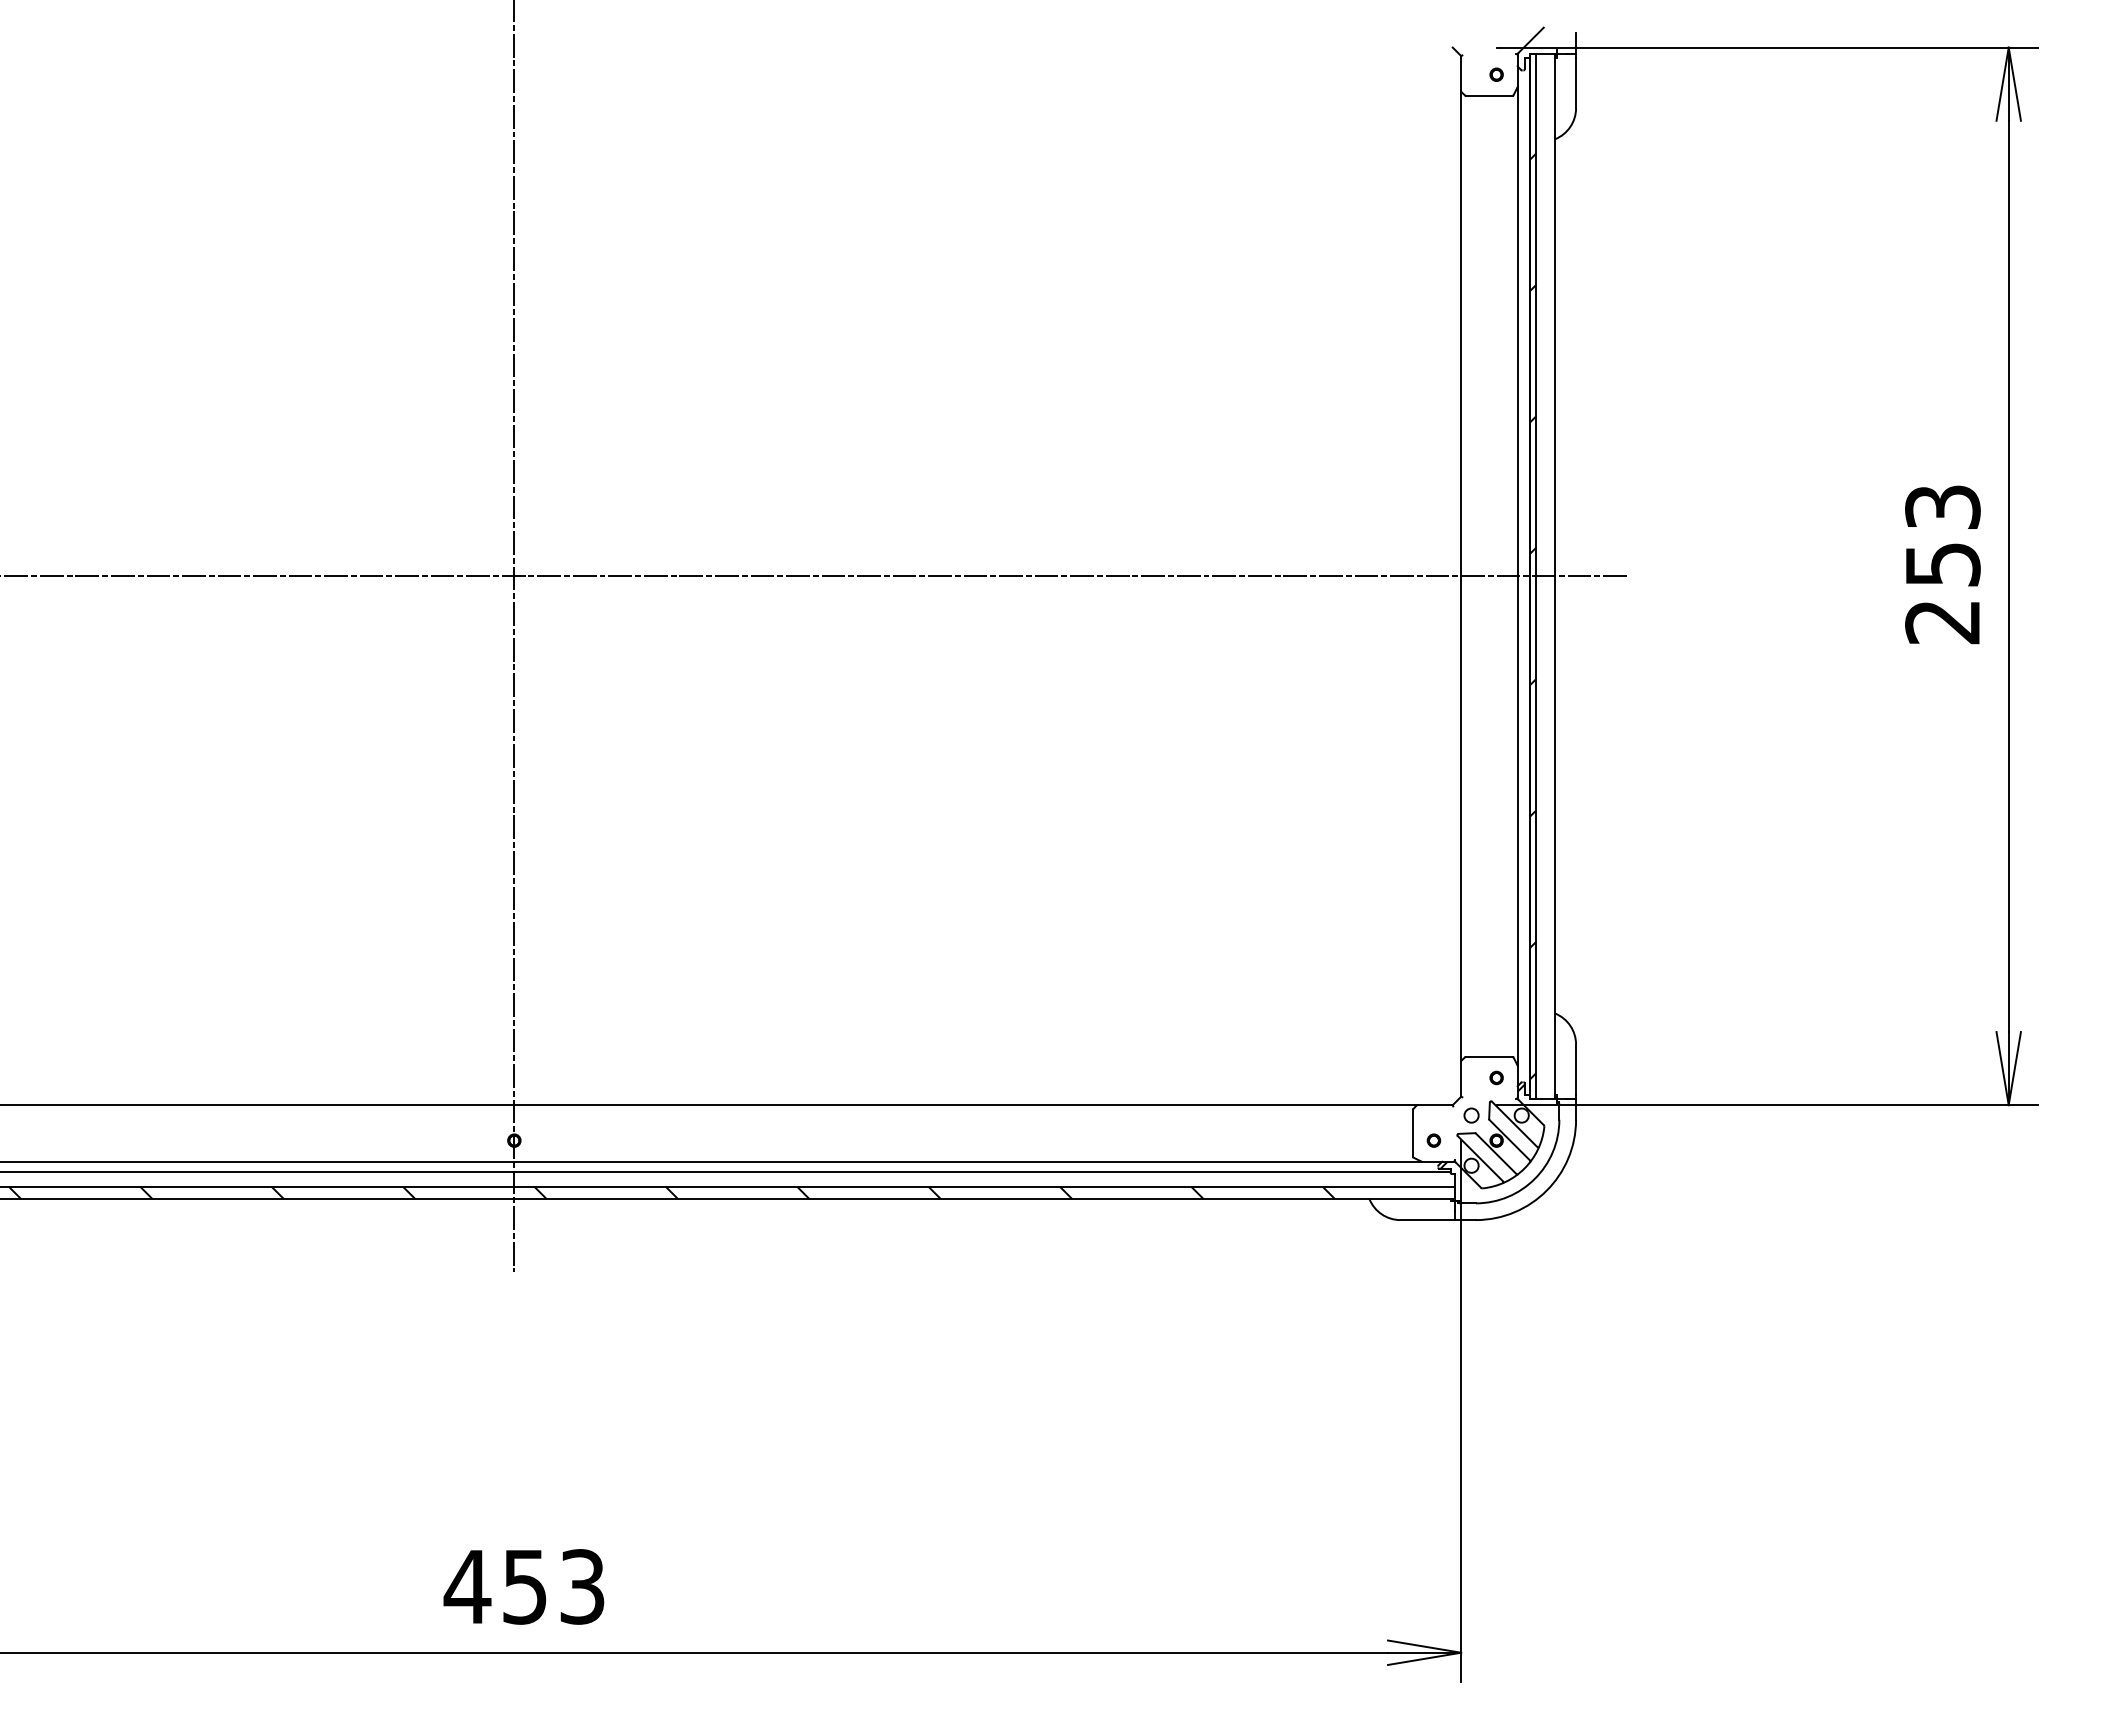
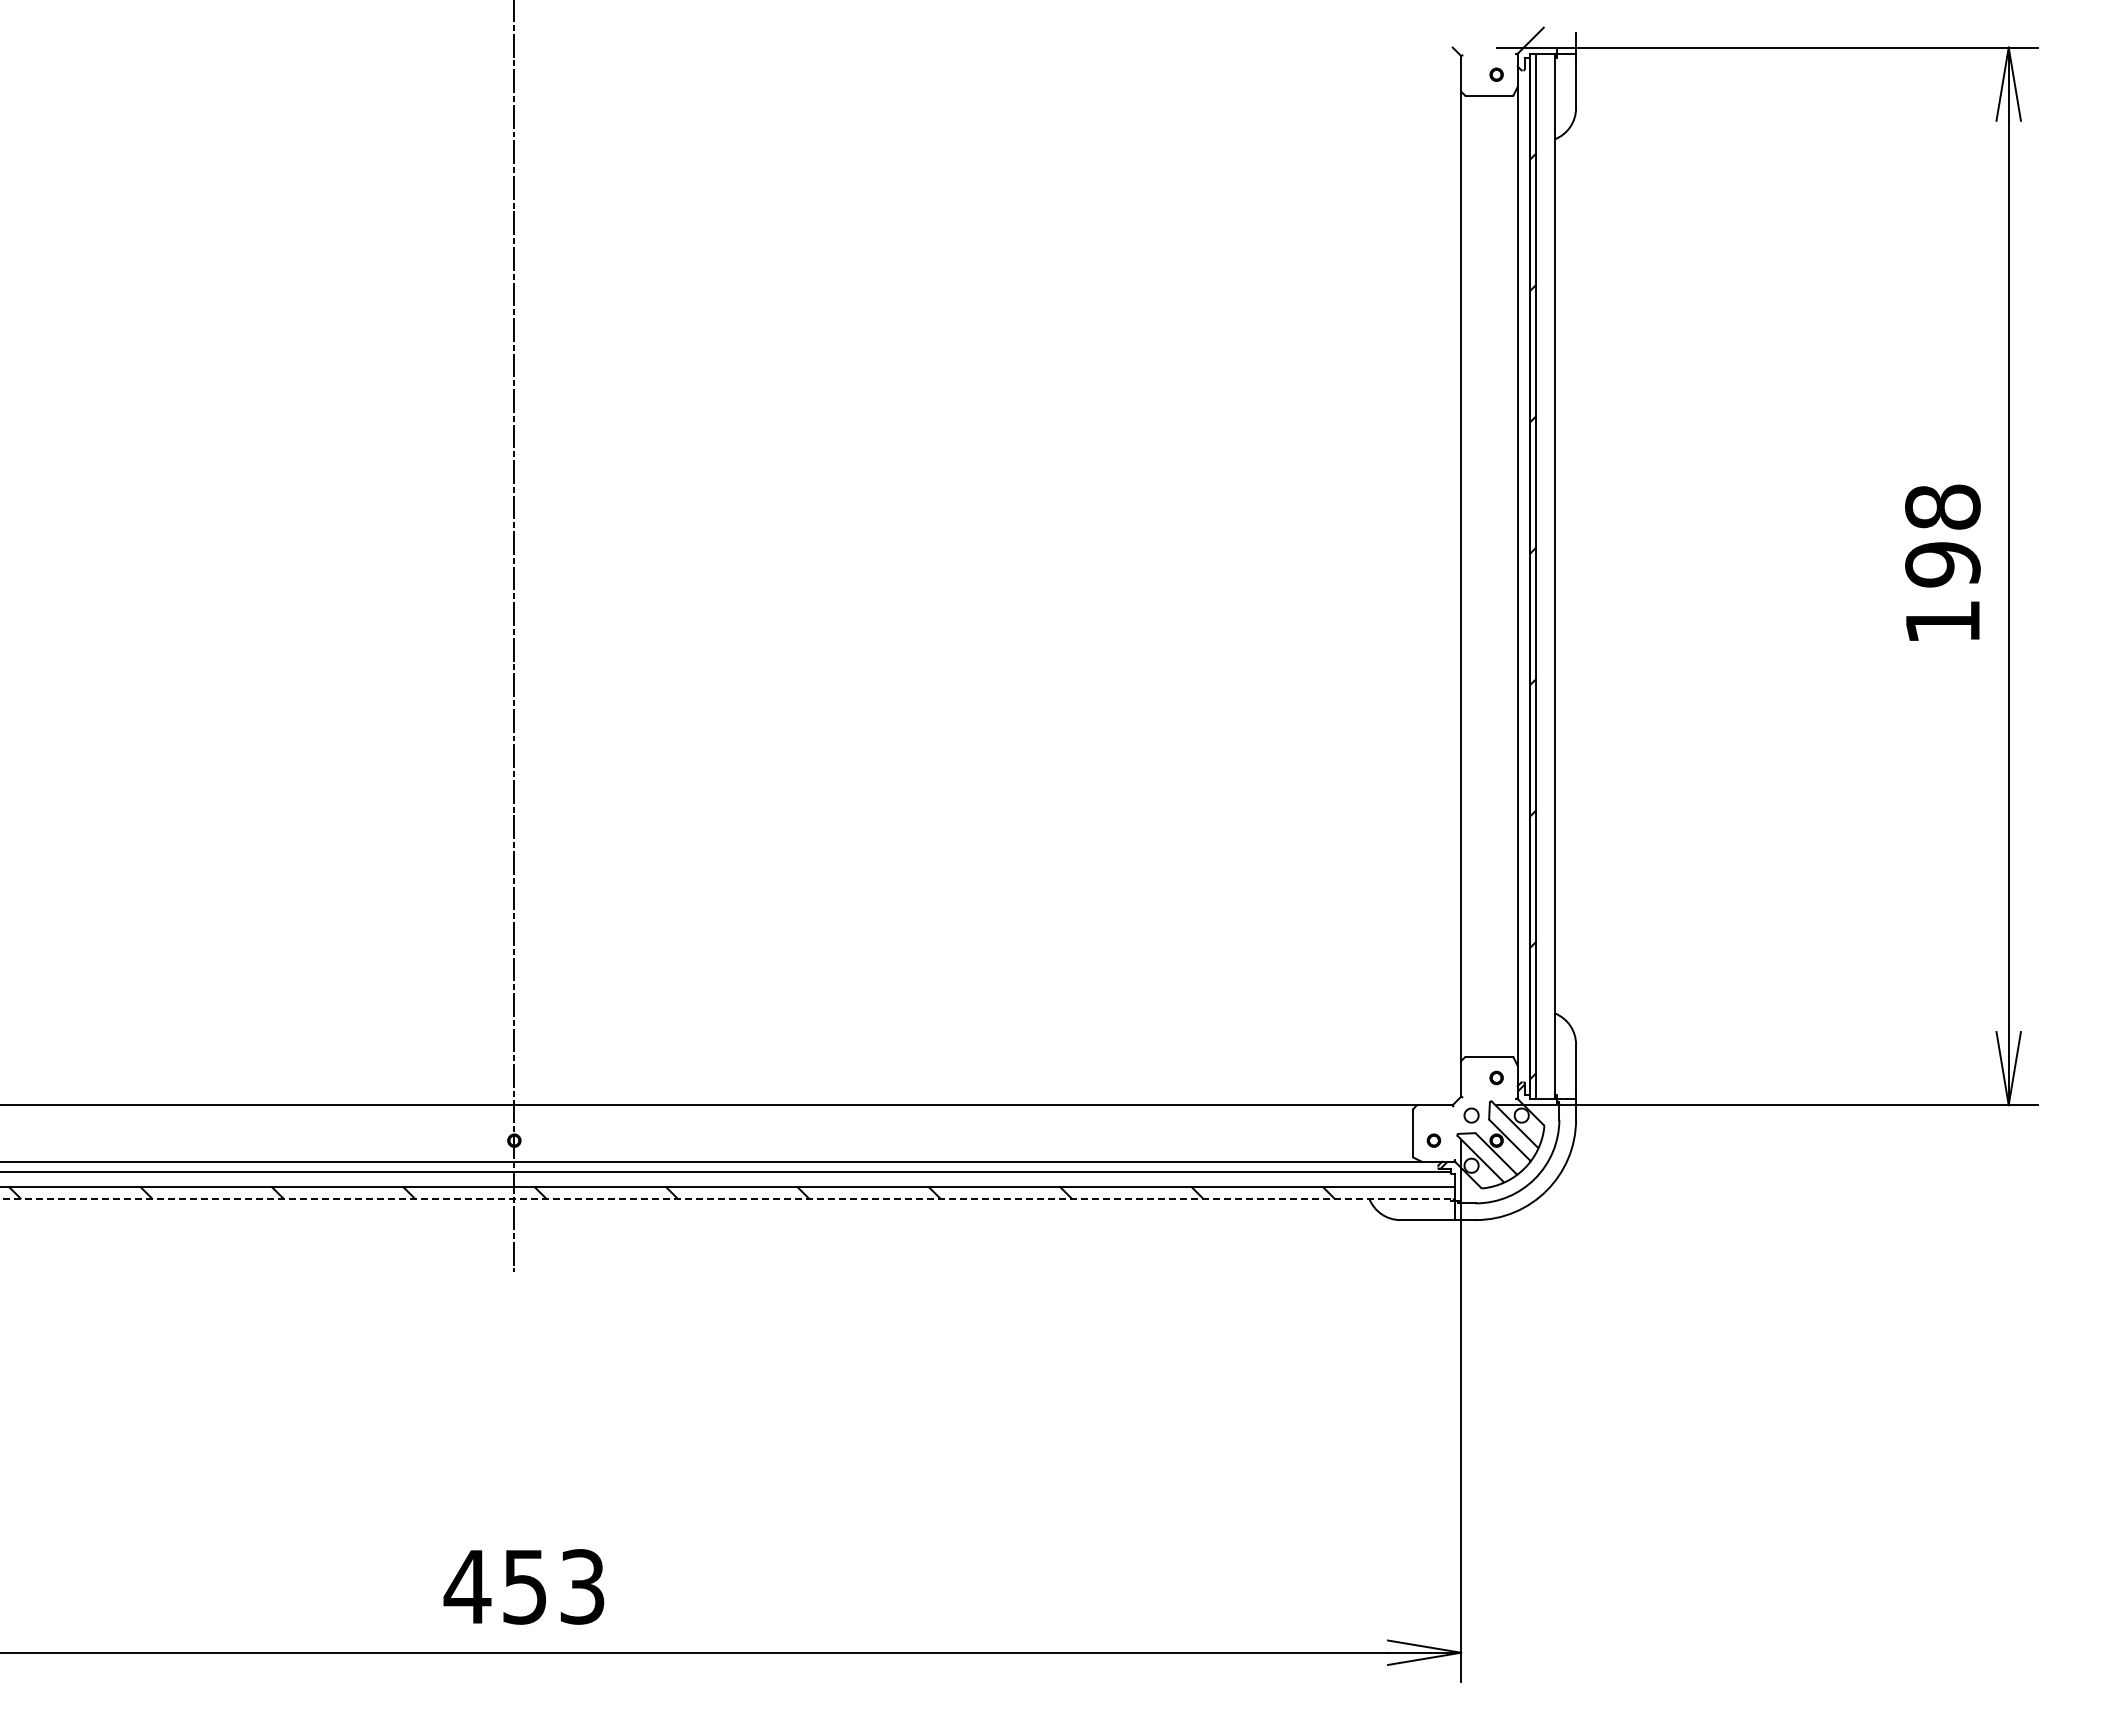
text at (1942, 564): 253 -> 198
line at (815, 576): present -> none
line at (727, 1199): solid -> dashed
